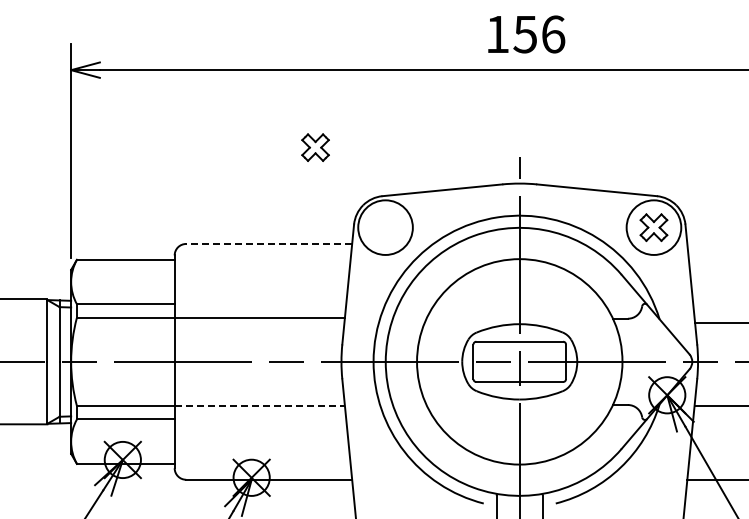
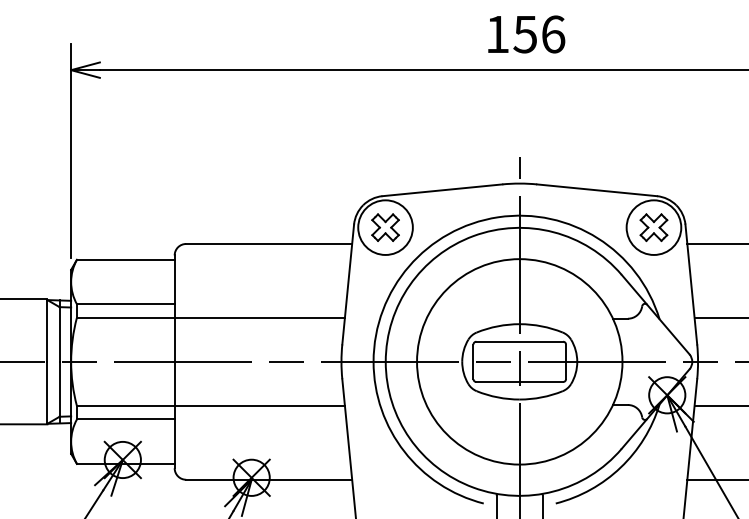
part at (315, 147) position: (315, 147) -> (385, 227)
line at (269, 243): dashed -> solid
line at (716, 243): none -> present
line at (719, 322) position: (719, 322) -> (719, 317)
line at (260, 406): dashed -> solid
